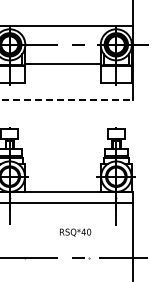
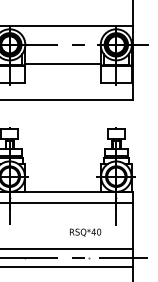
line at (67, 100): dashed -> solid
text at (75, 232) position: (75, 232) -> (85, 232)
line at (67, 249): none -> present
line at (67, 266): none -> present
